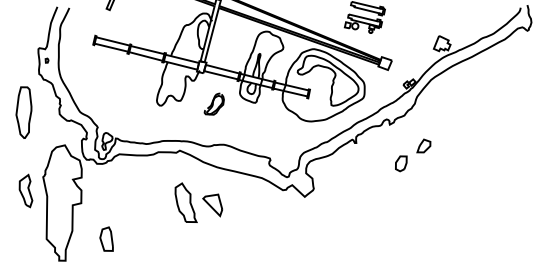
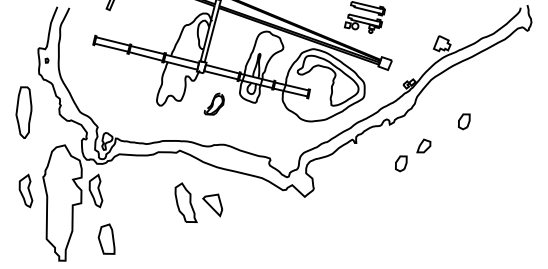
part at (464, 121): none -> present
part at (95, 190): none -> present
part at (106, 238) size: 15x26 px -> 19x32 px
